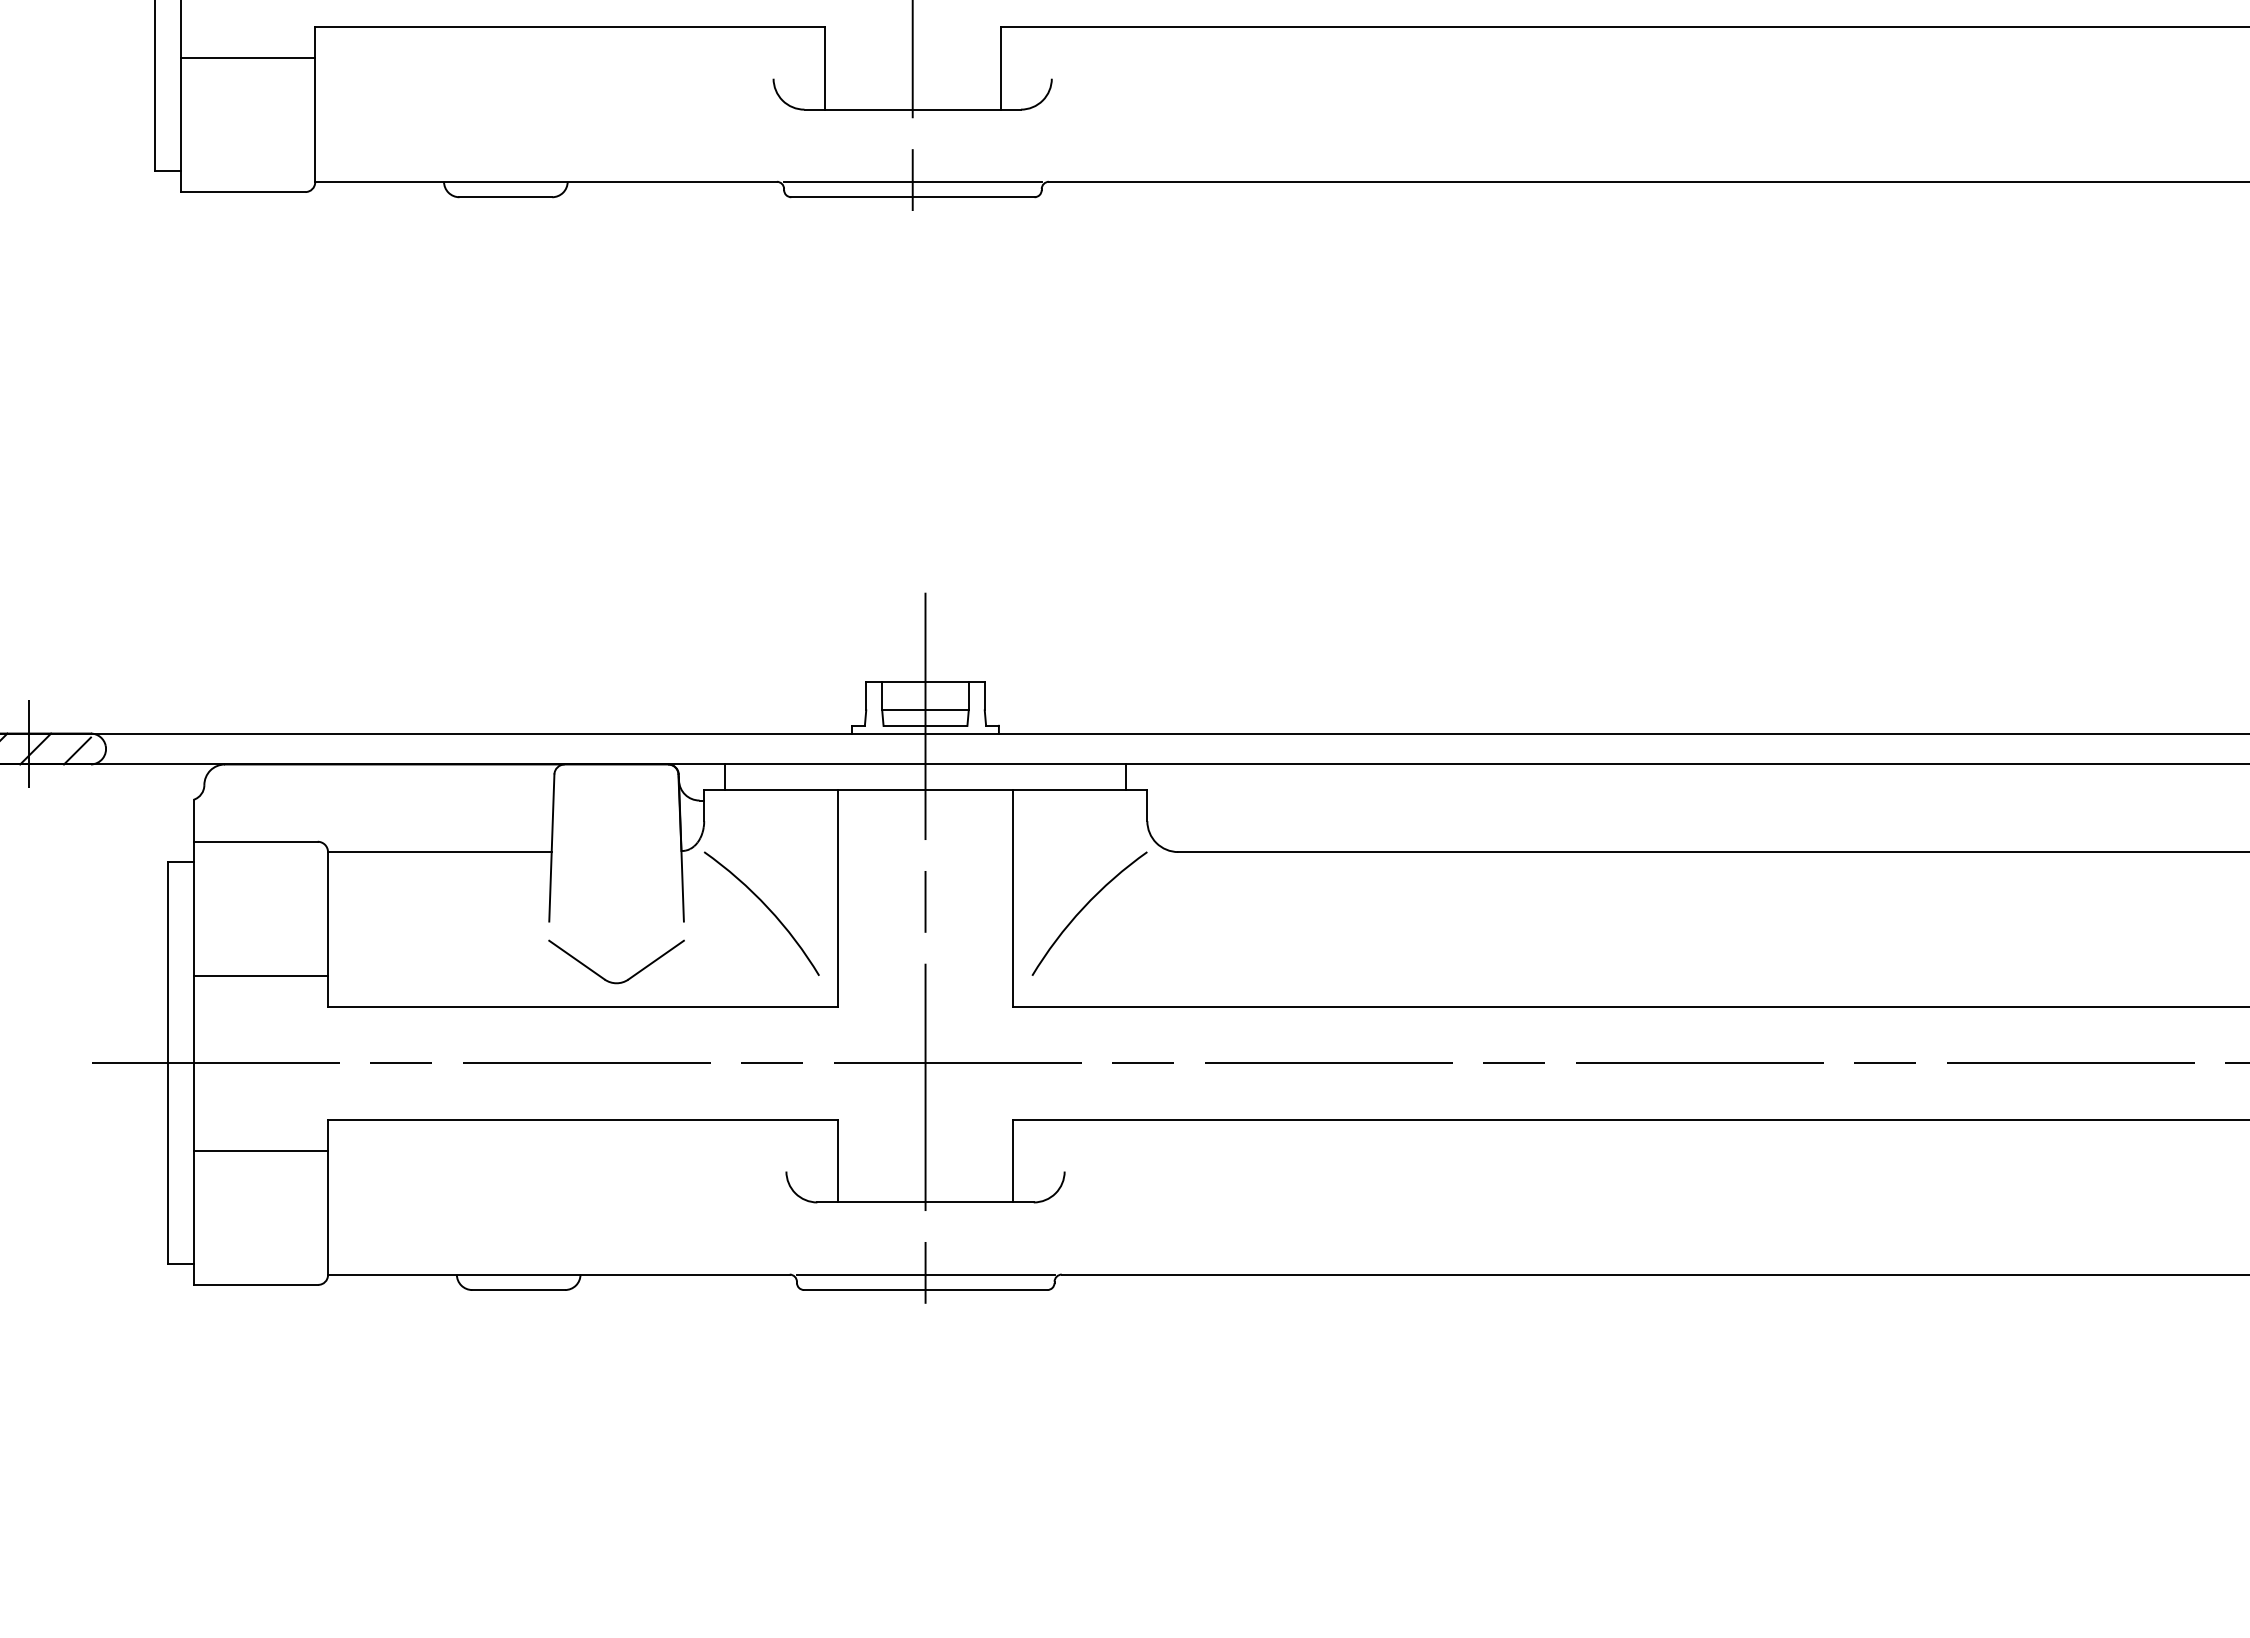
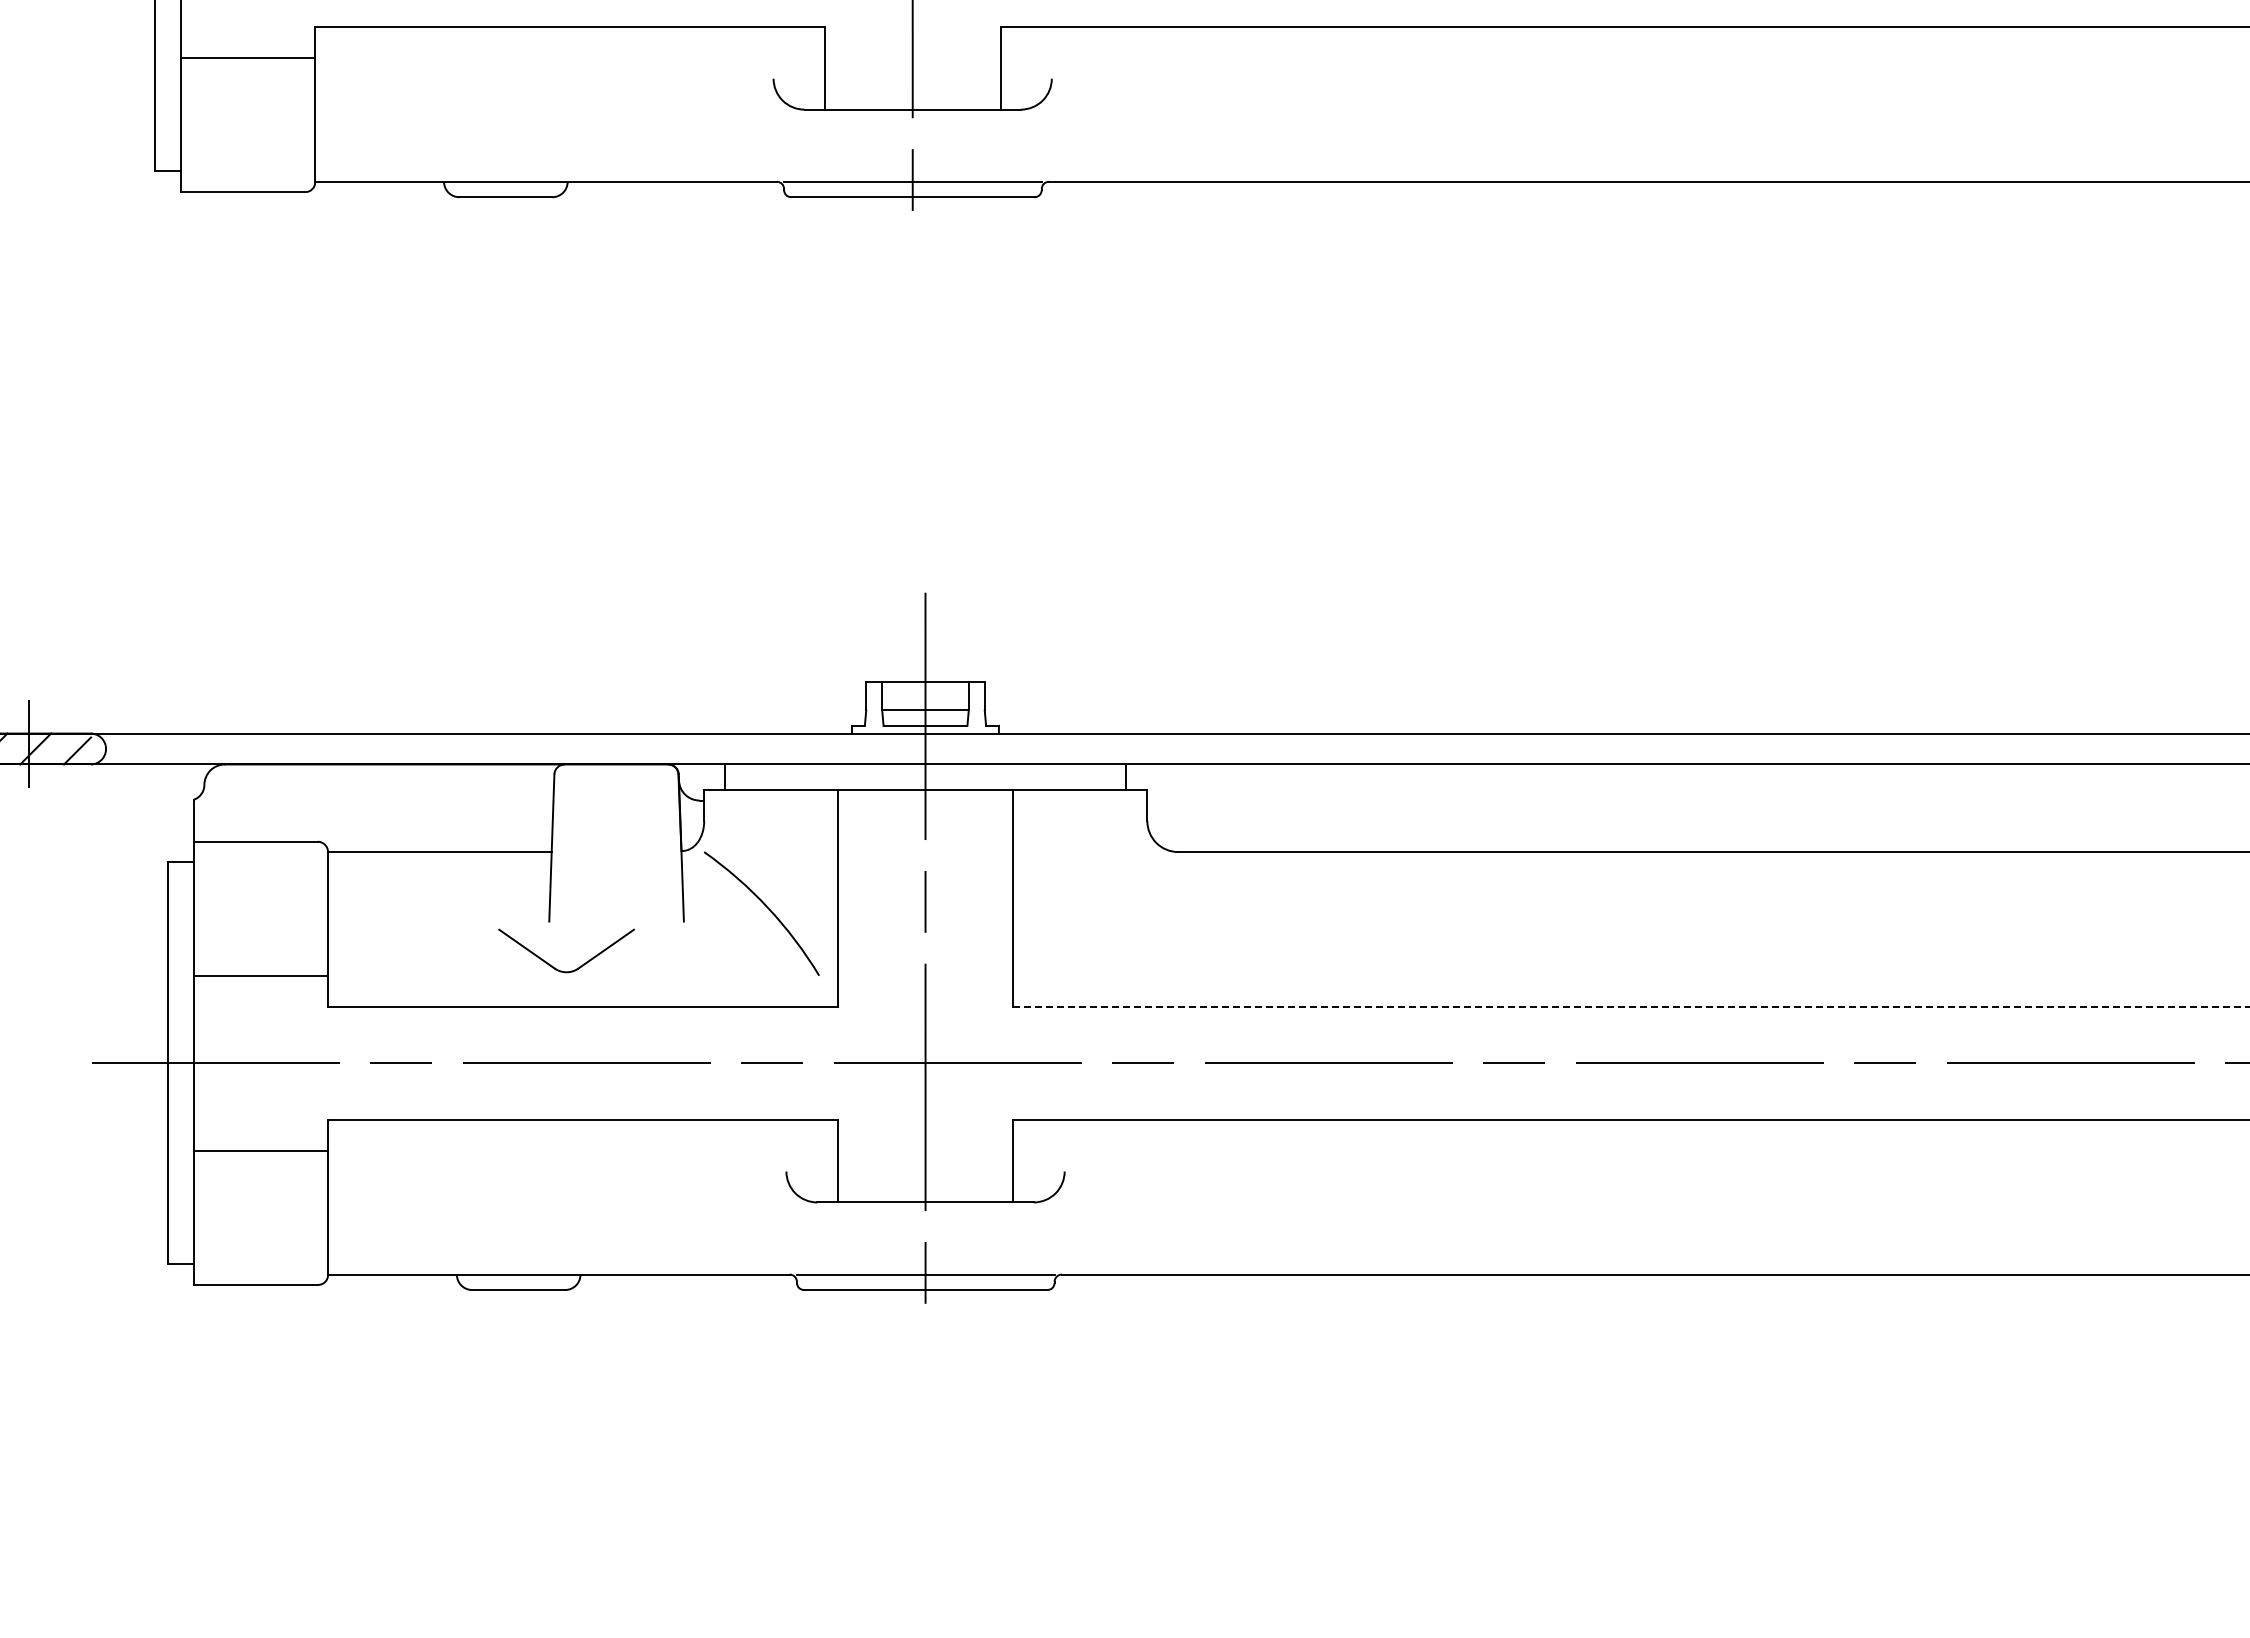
arc at (1084, 908): present -> none
part at (605, 978) position: (605, 978) -> (555, 967)
line at (1631, 1006): solid -> dashed
